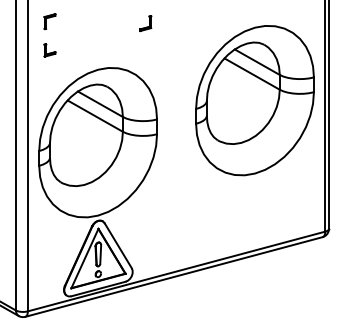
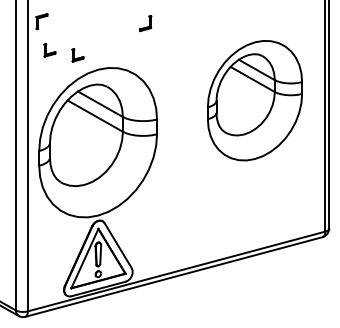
part at (49, 21) position: (49, 21) -> (41, 21)
part at (77, 55): none -> present
part at (254, 100) size: 120x152 px -> 96x122 px
